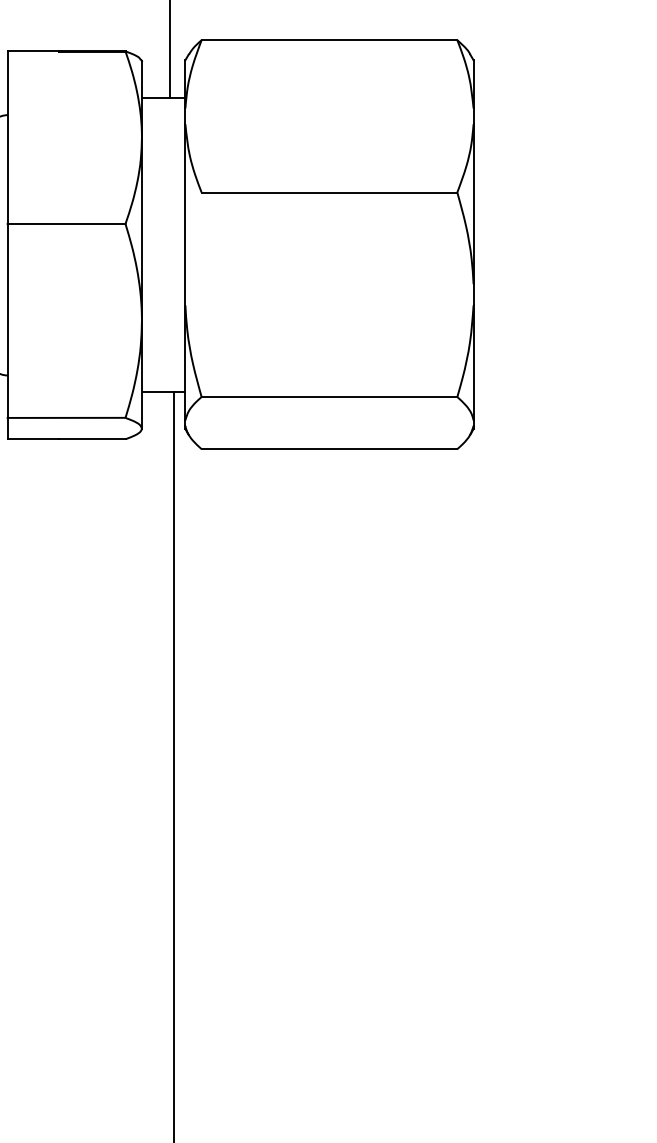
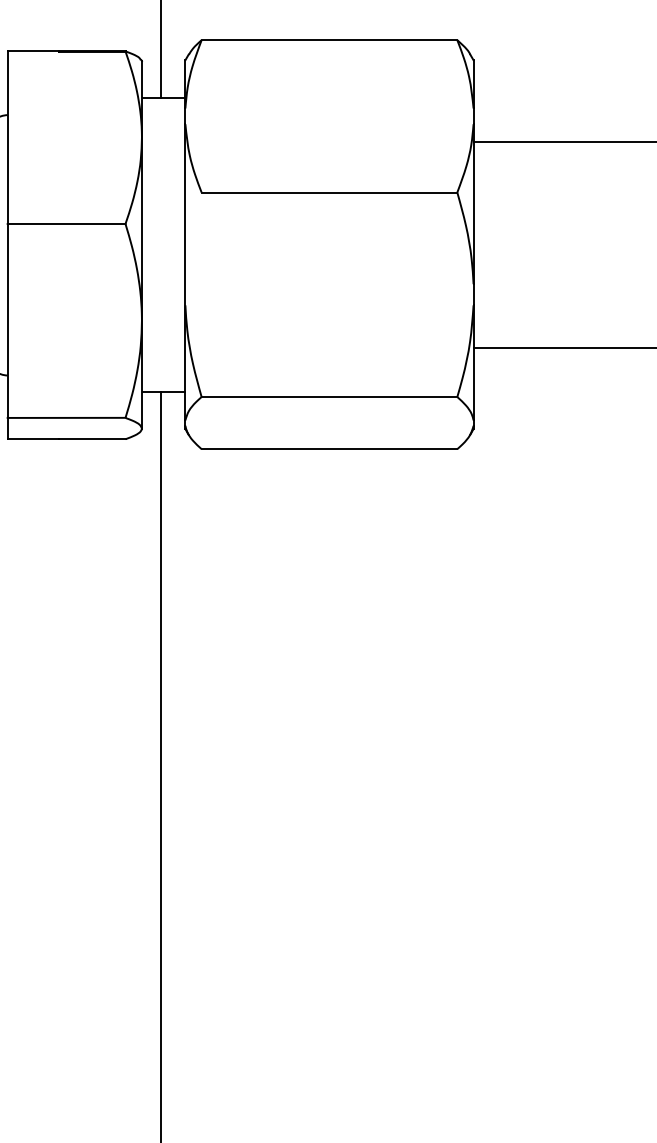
line at (169, 50) position: (169, 50) -> (160, 50)
line at (563, 142): none -> present
line at (563, 348): none -> present
line at (173, 765) position: (173, 765) -> (160, 765)
